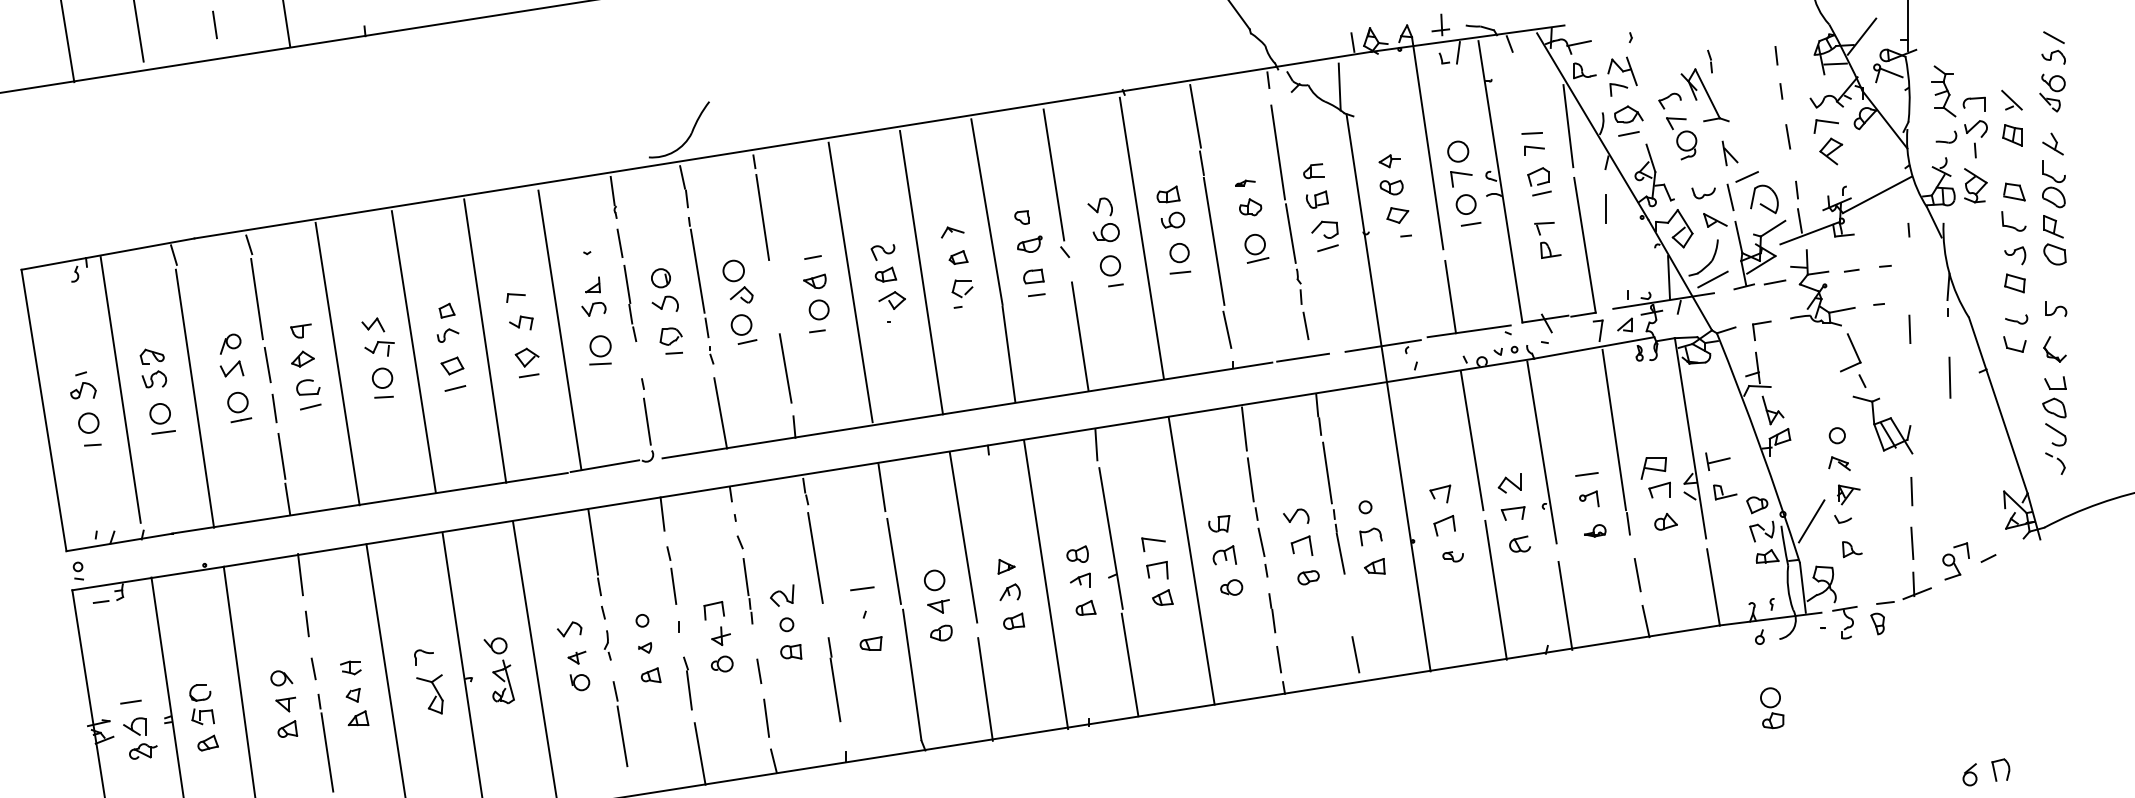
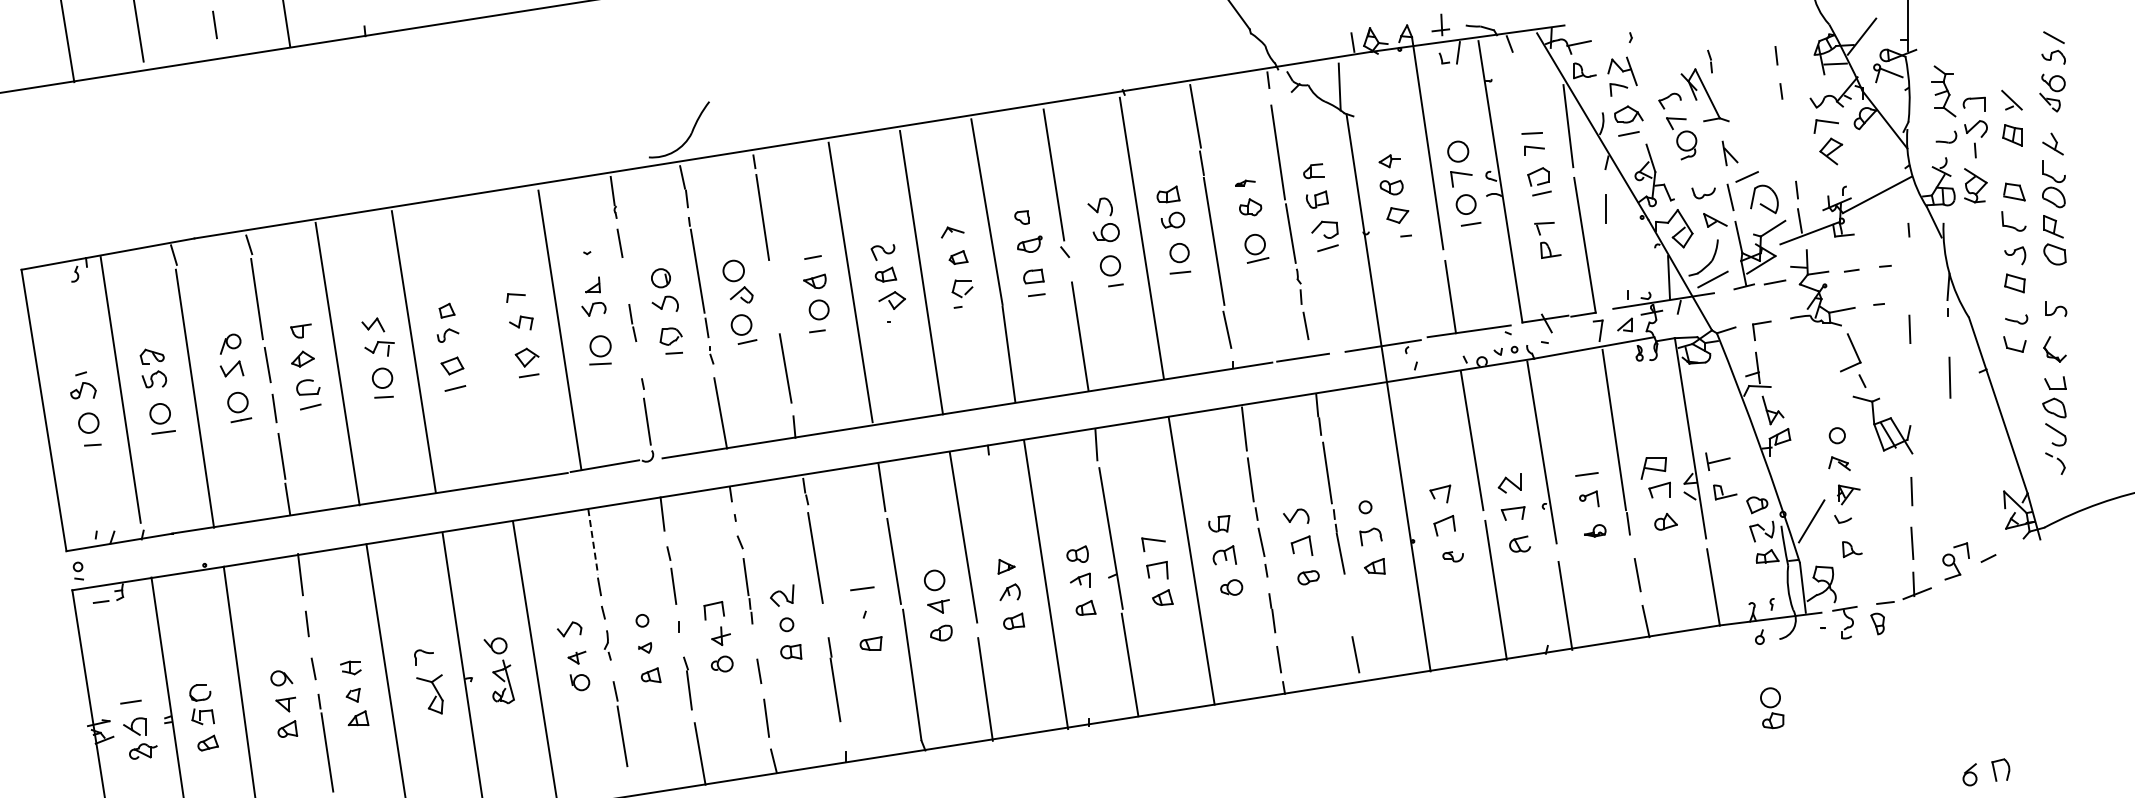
line at (1788, 136): present -> none
line at (627, 283): present -> none
line at (485, 340): present -> none
line at (593, 542): solid -> dashed
